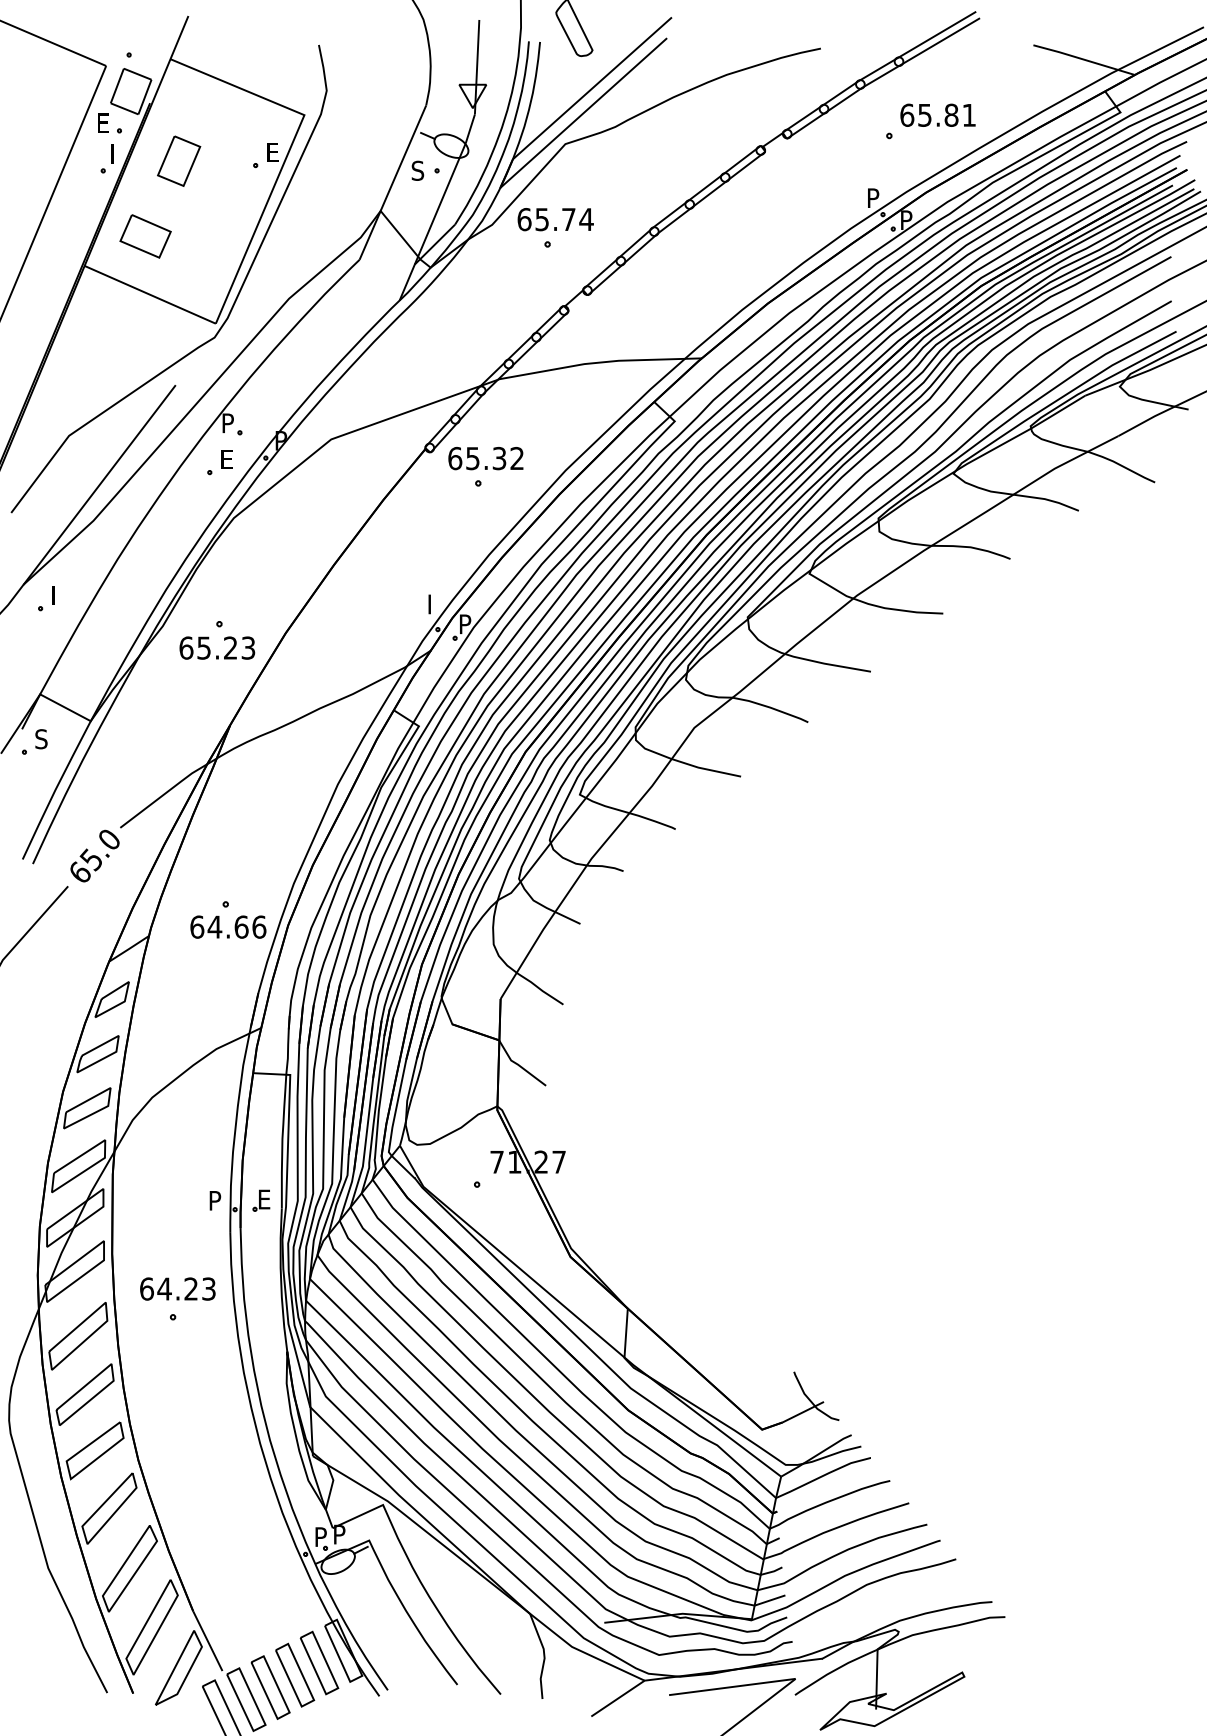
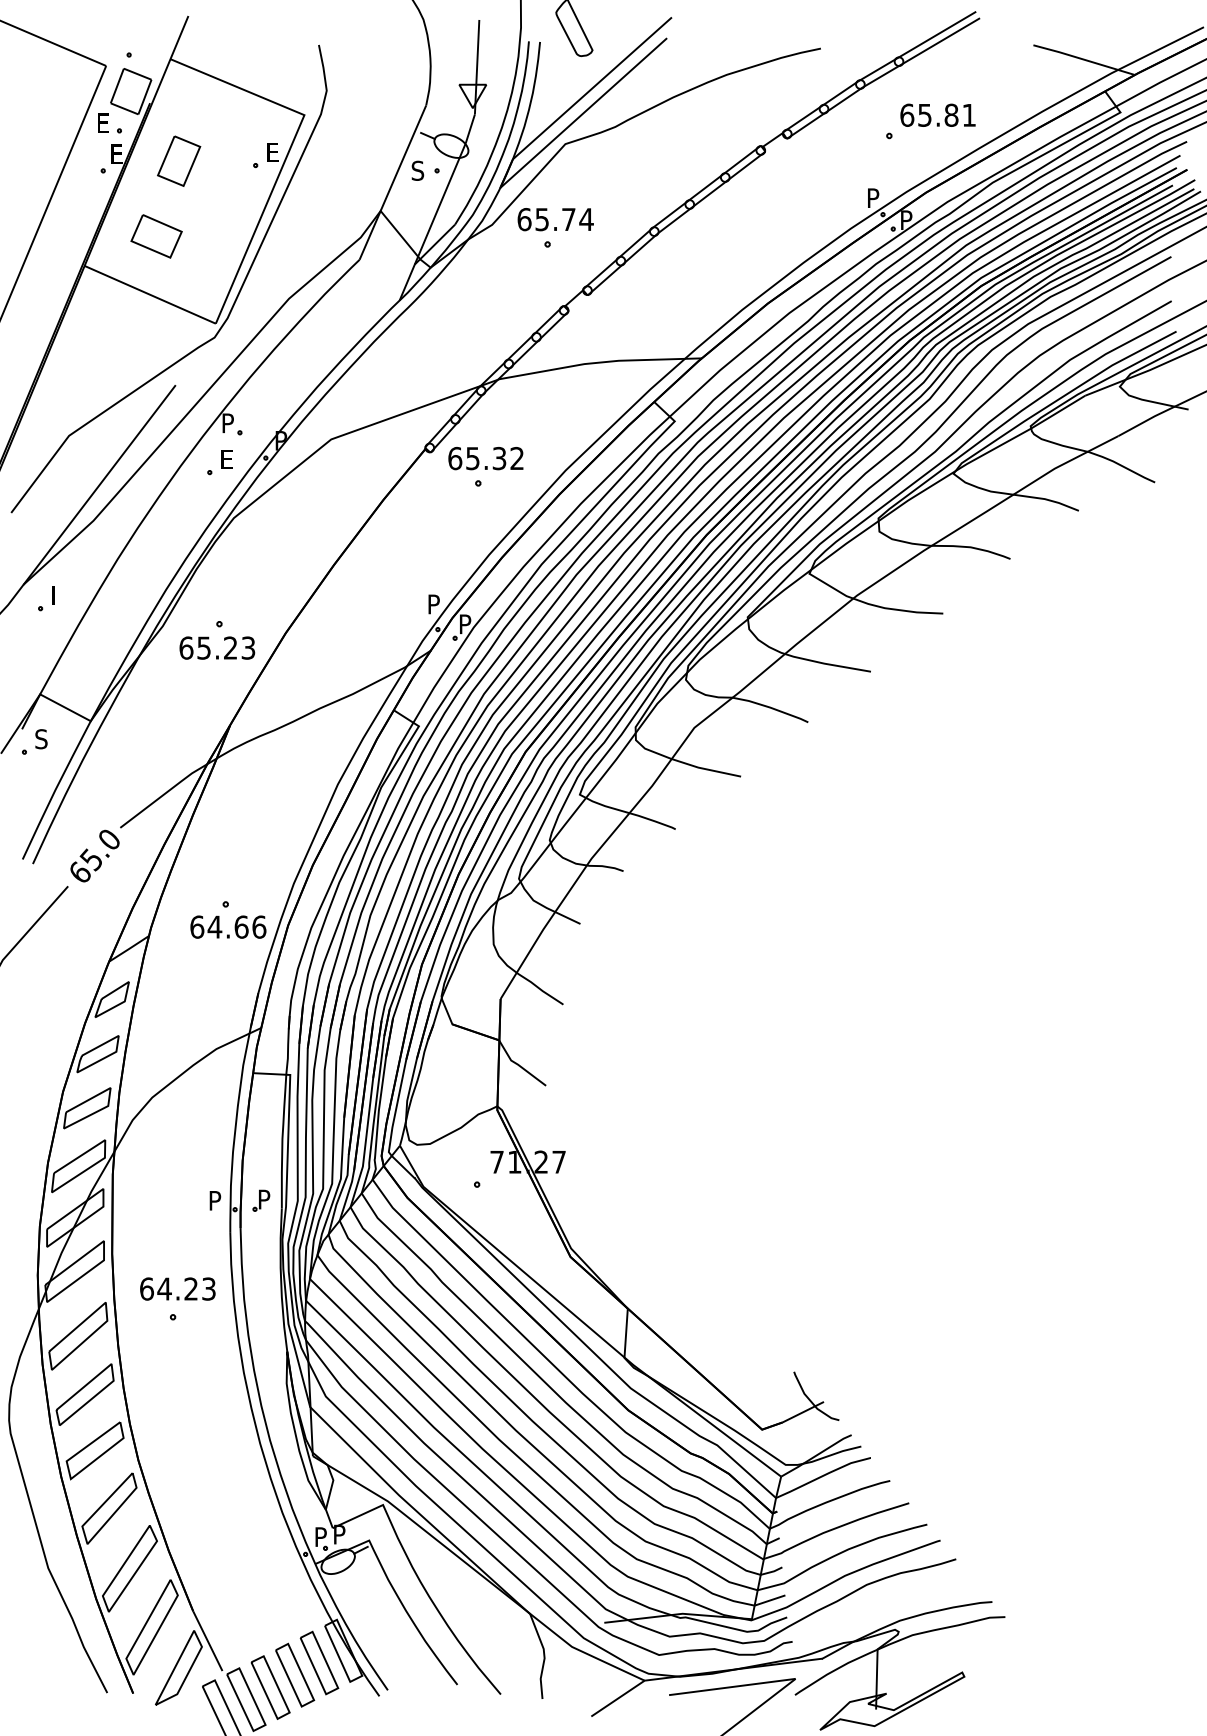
text at (118, 153): I -> E
part at (145, 236) position: (145, 236) -> (156, 236)
text at (435, 600): I -> P
text at (265, 1199): E -> P
